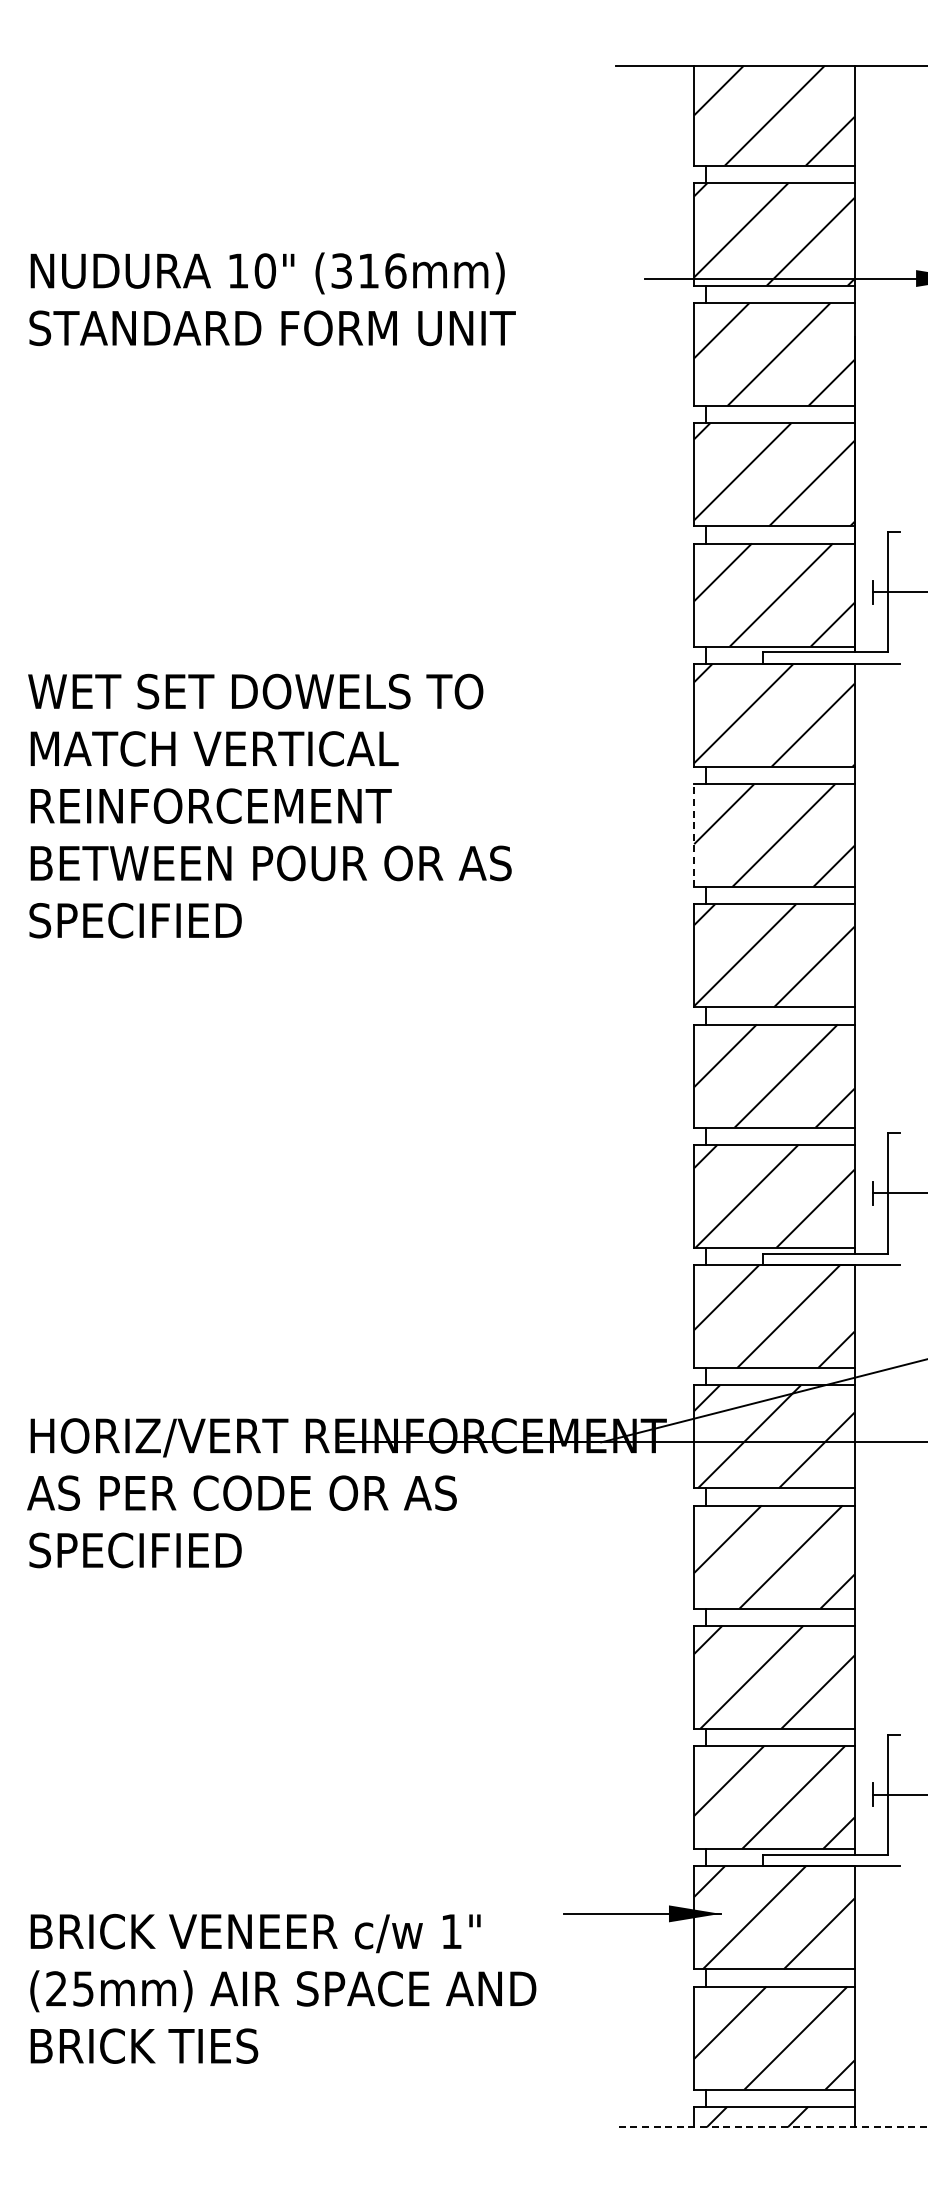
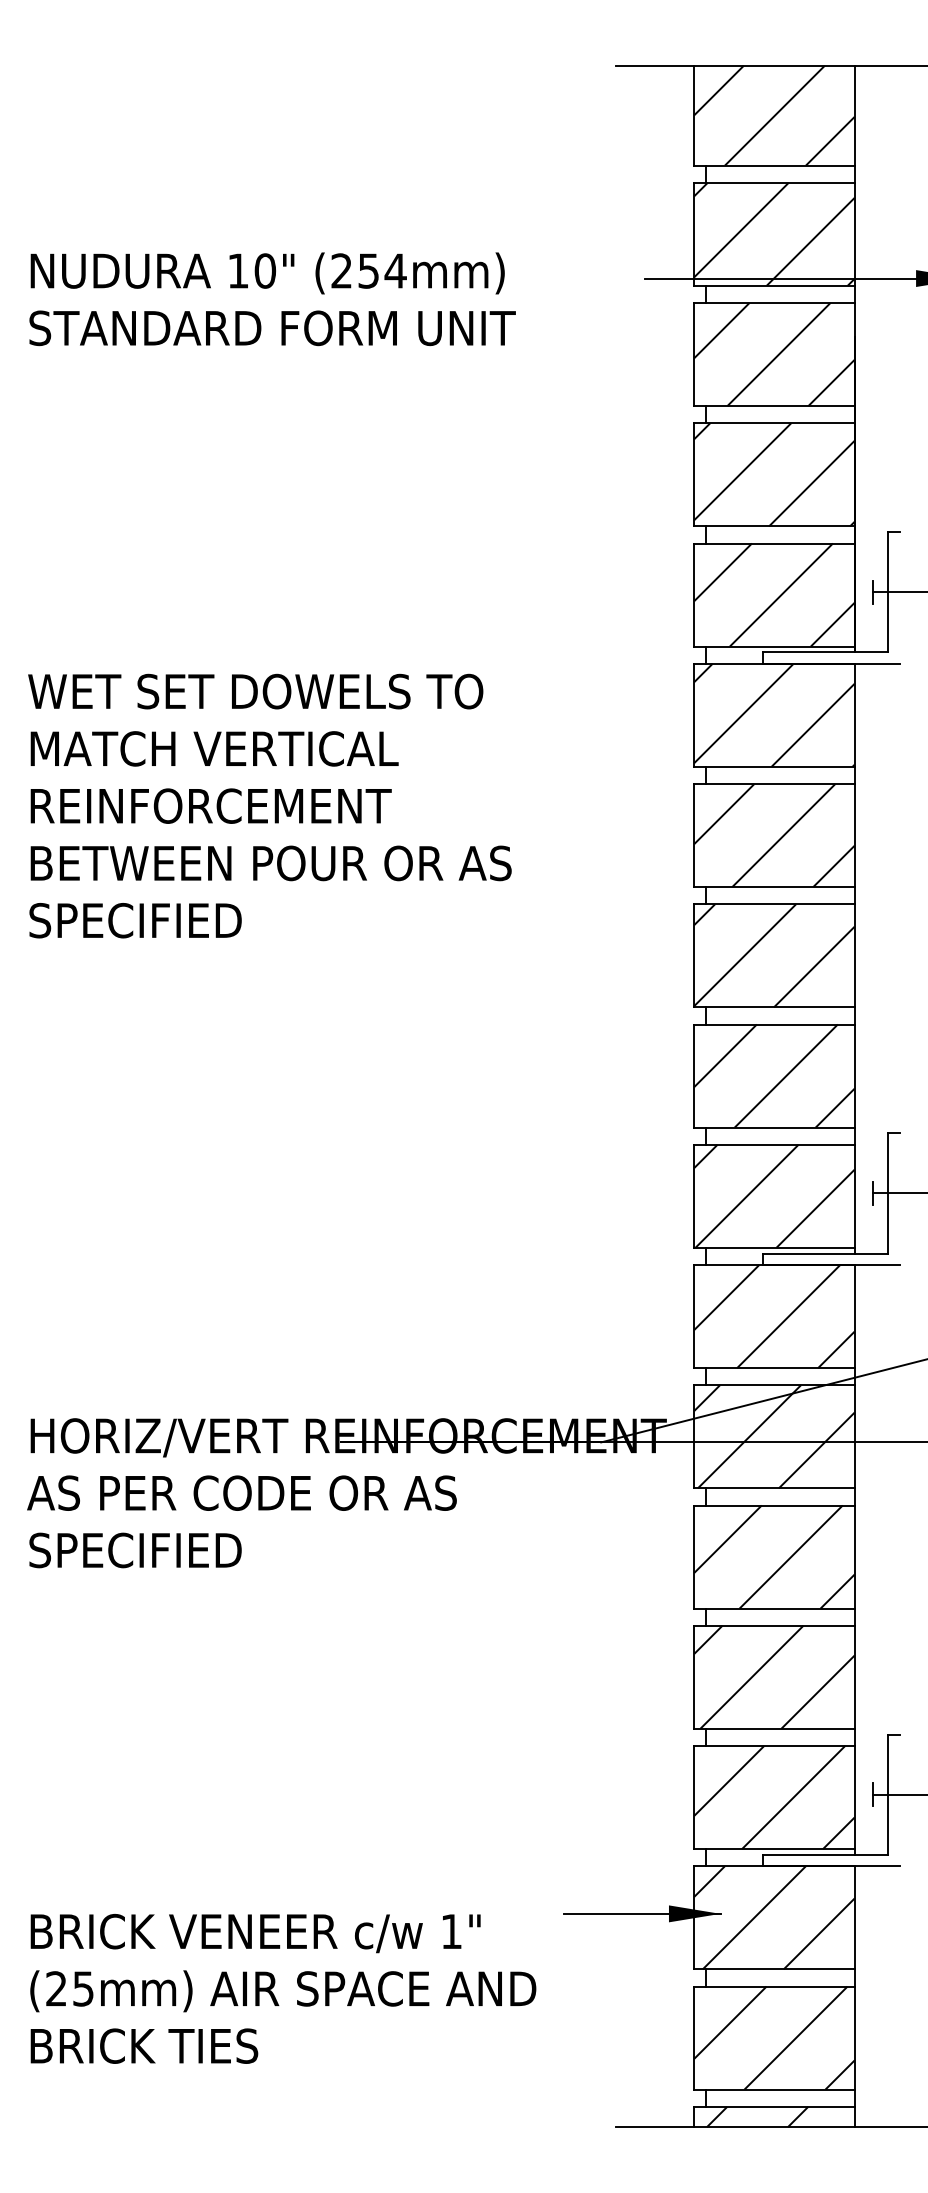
text at (368, 270): (316mm) -> (254mm)
line at (694, 835): dashed -> solid
line at (771, 2127): dashed -> solid
